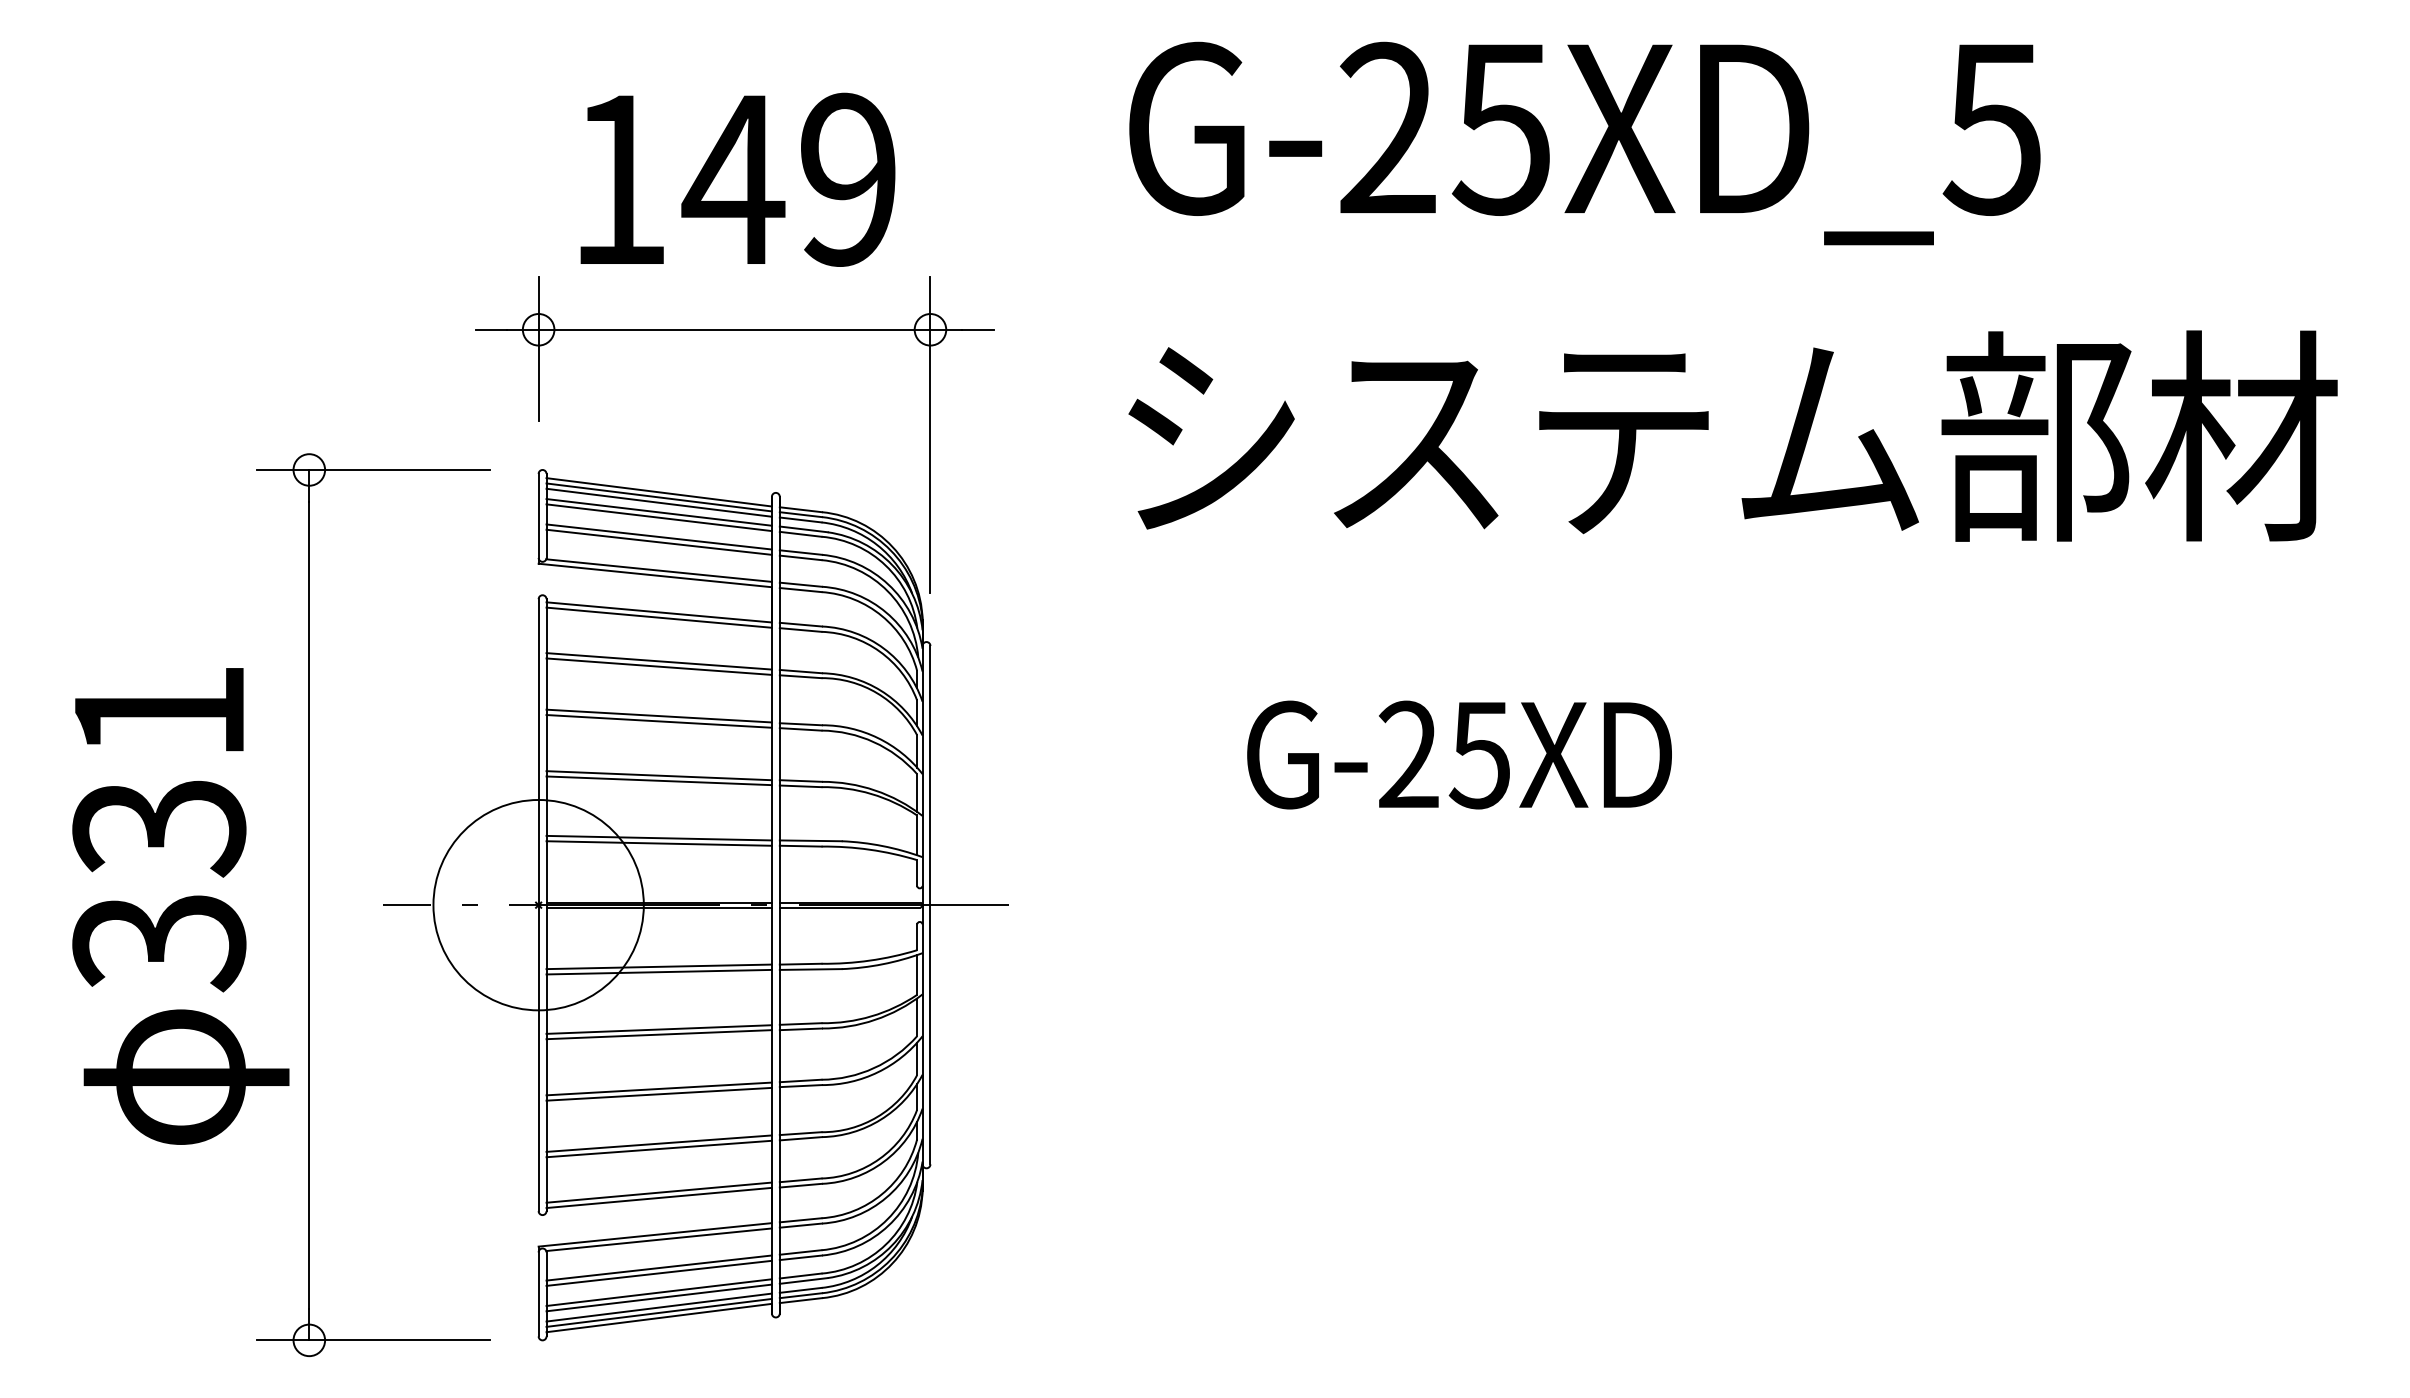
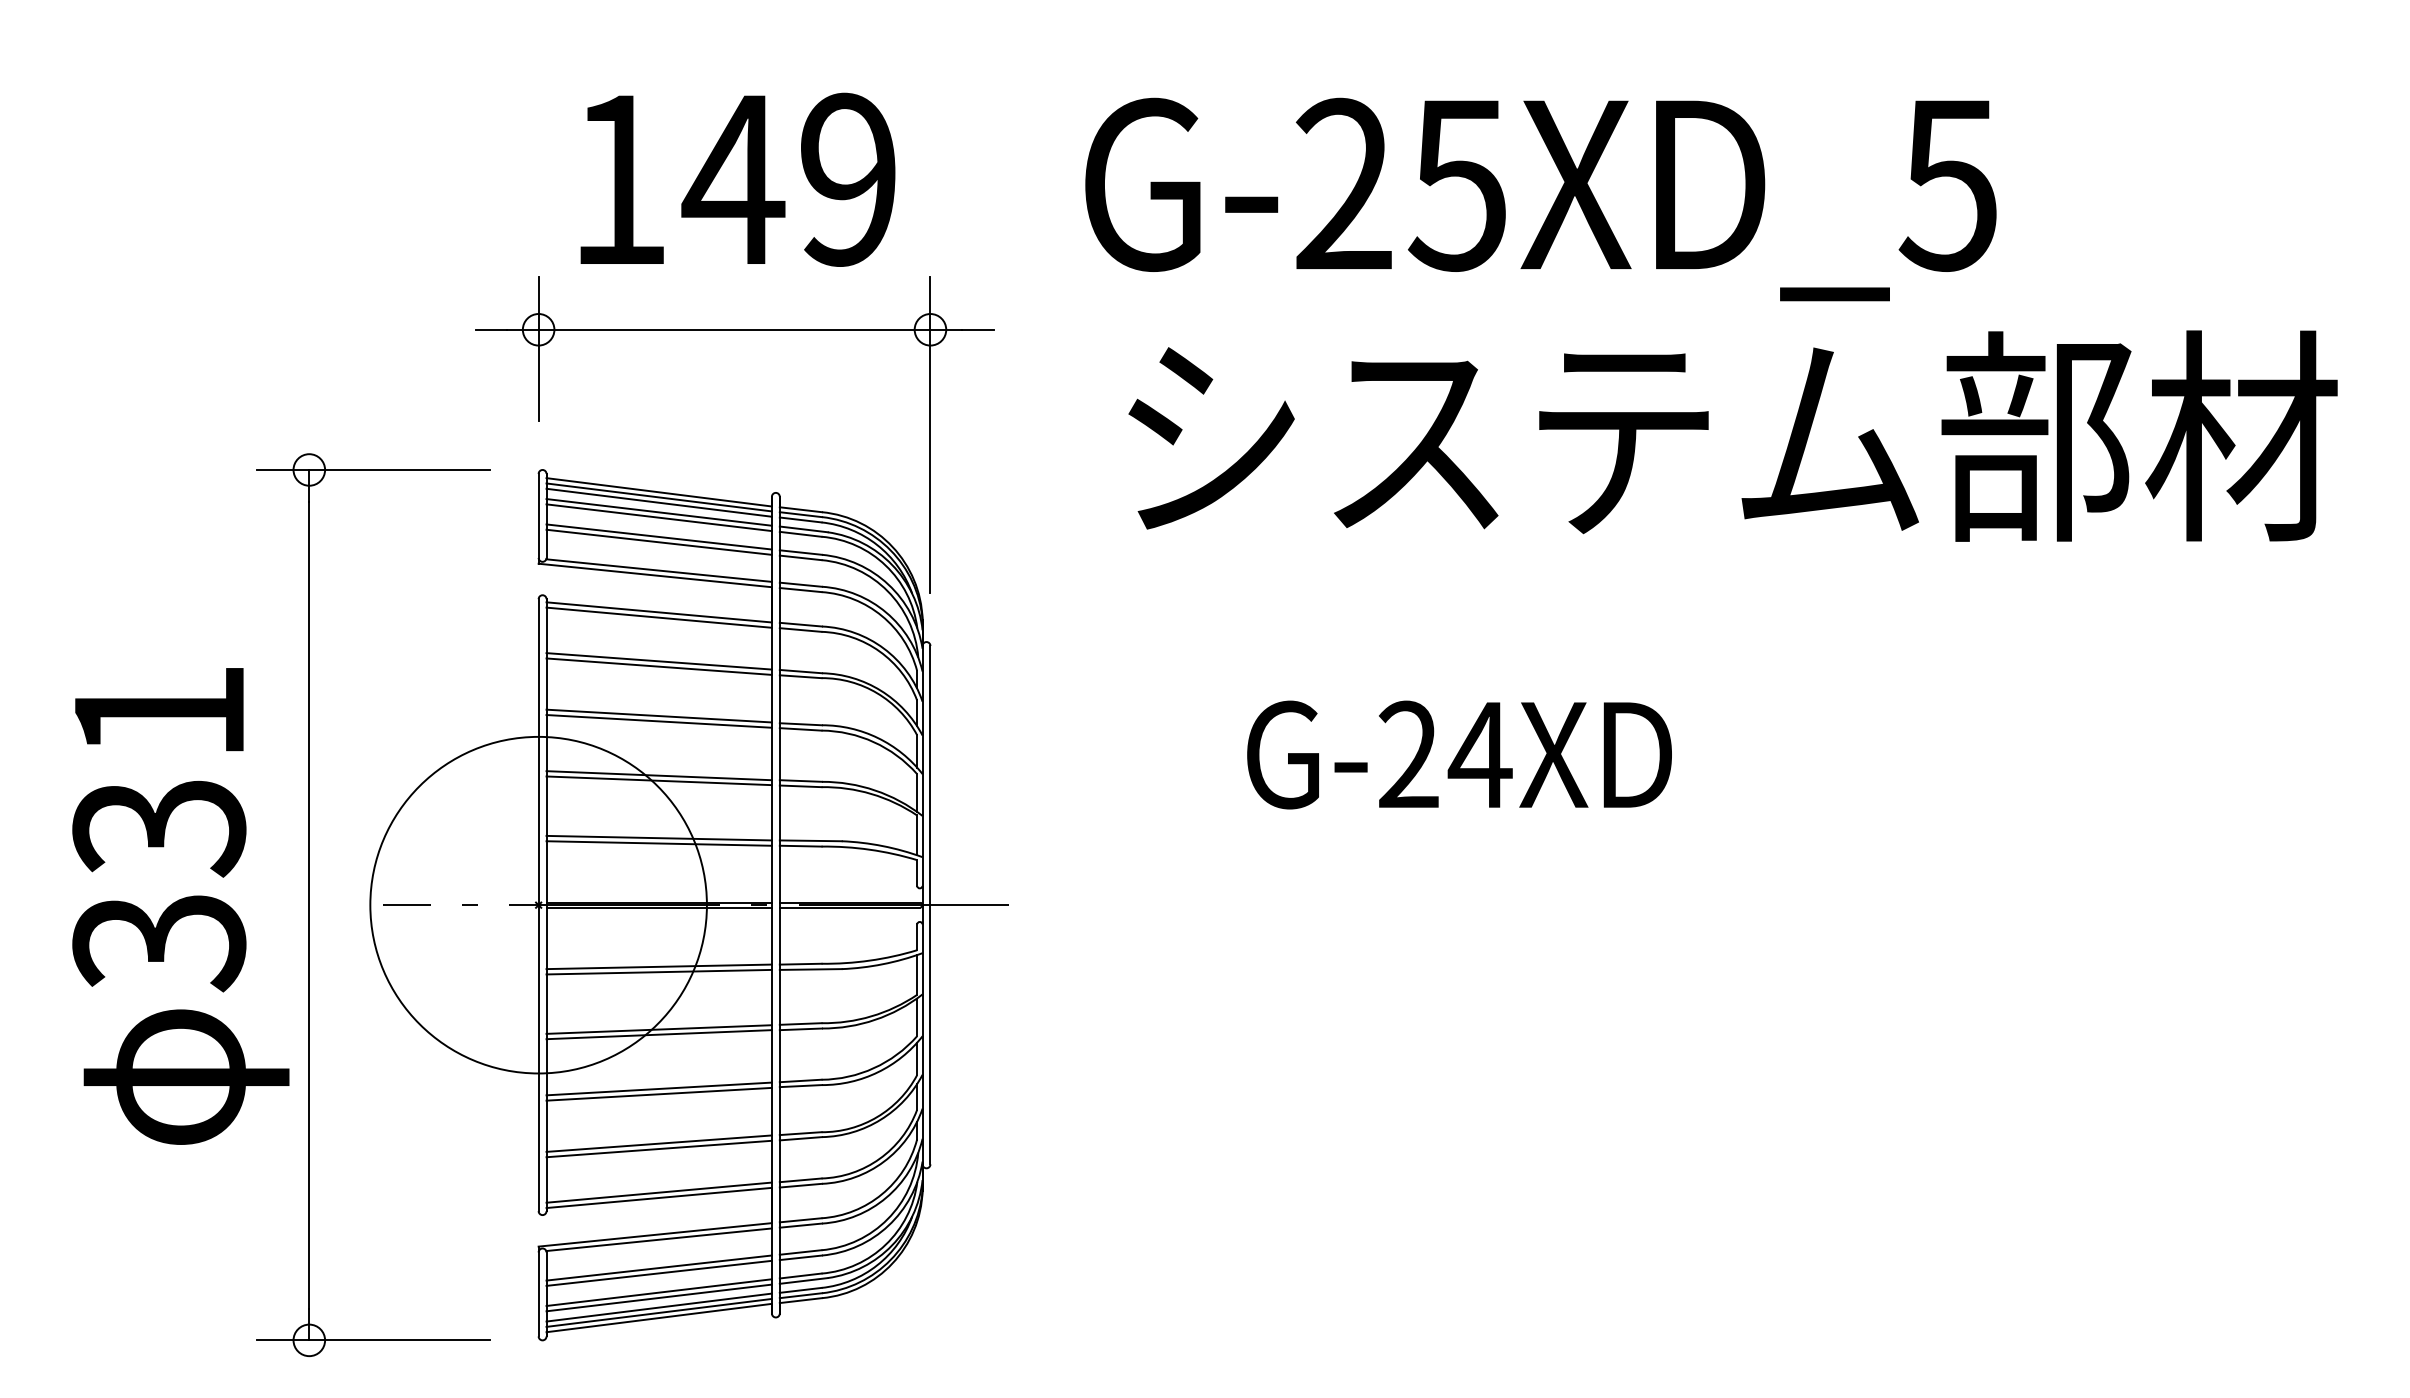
text at (1584, 143) position: (1584, 143) -> (1540, 199)
text at (1479, 755): G-25XD -> G-24XD
circle at (538, 904) diameter: 210 px -> 337 px
